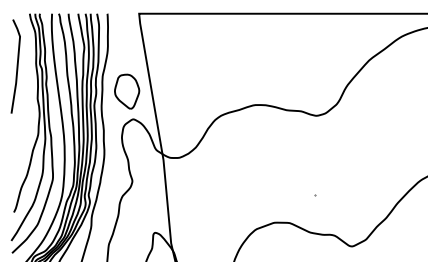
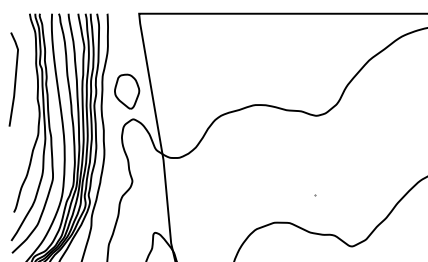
line at (16, 66) position: (16, 66) -> (14, 79)
